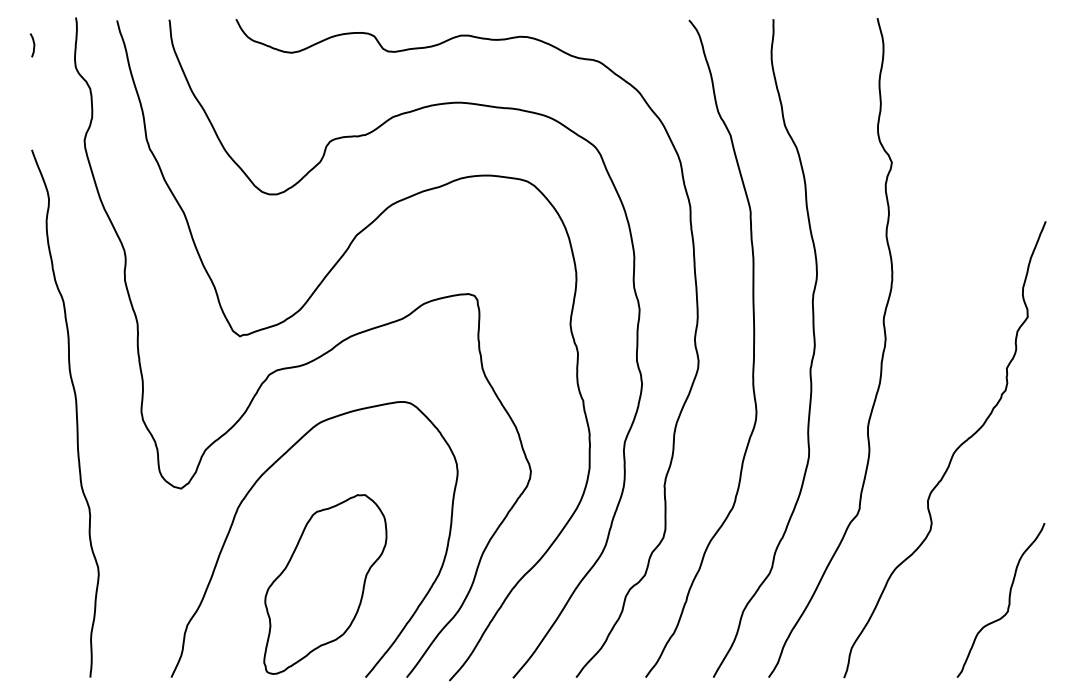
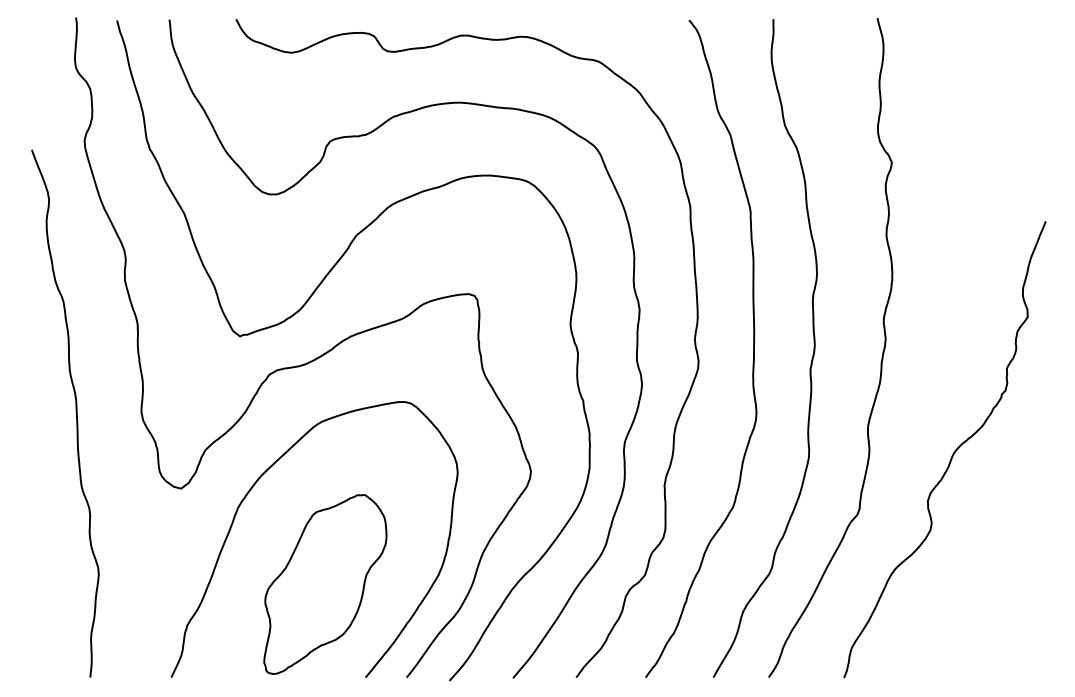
curve at (33, 45): present -> none
curve at (1008, 600): present -> none
